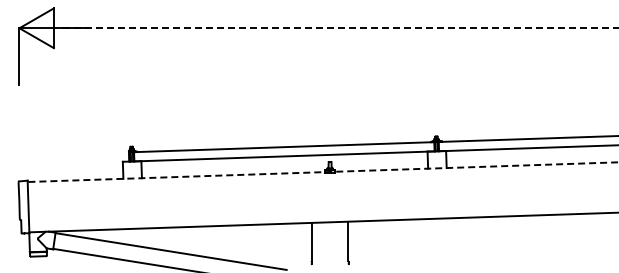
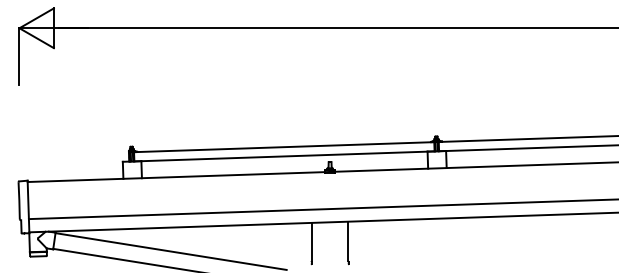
line at (339, 28): dashed -> solid
line at (322, 172): dashed -> solid
line at (321, 209): none -> present
